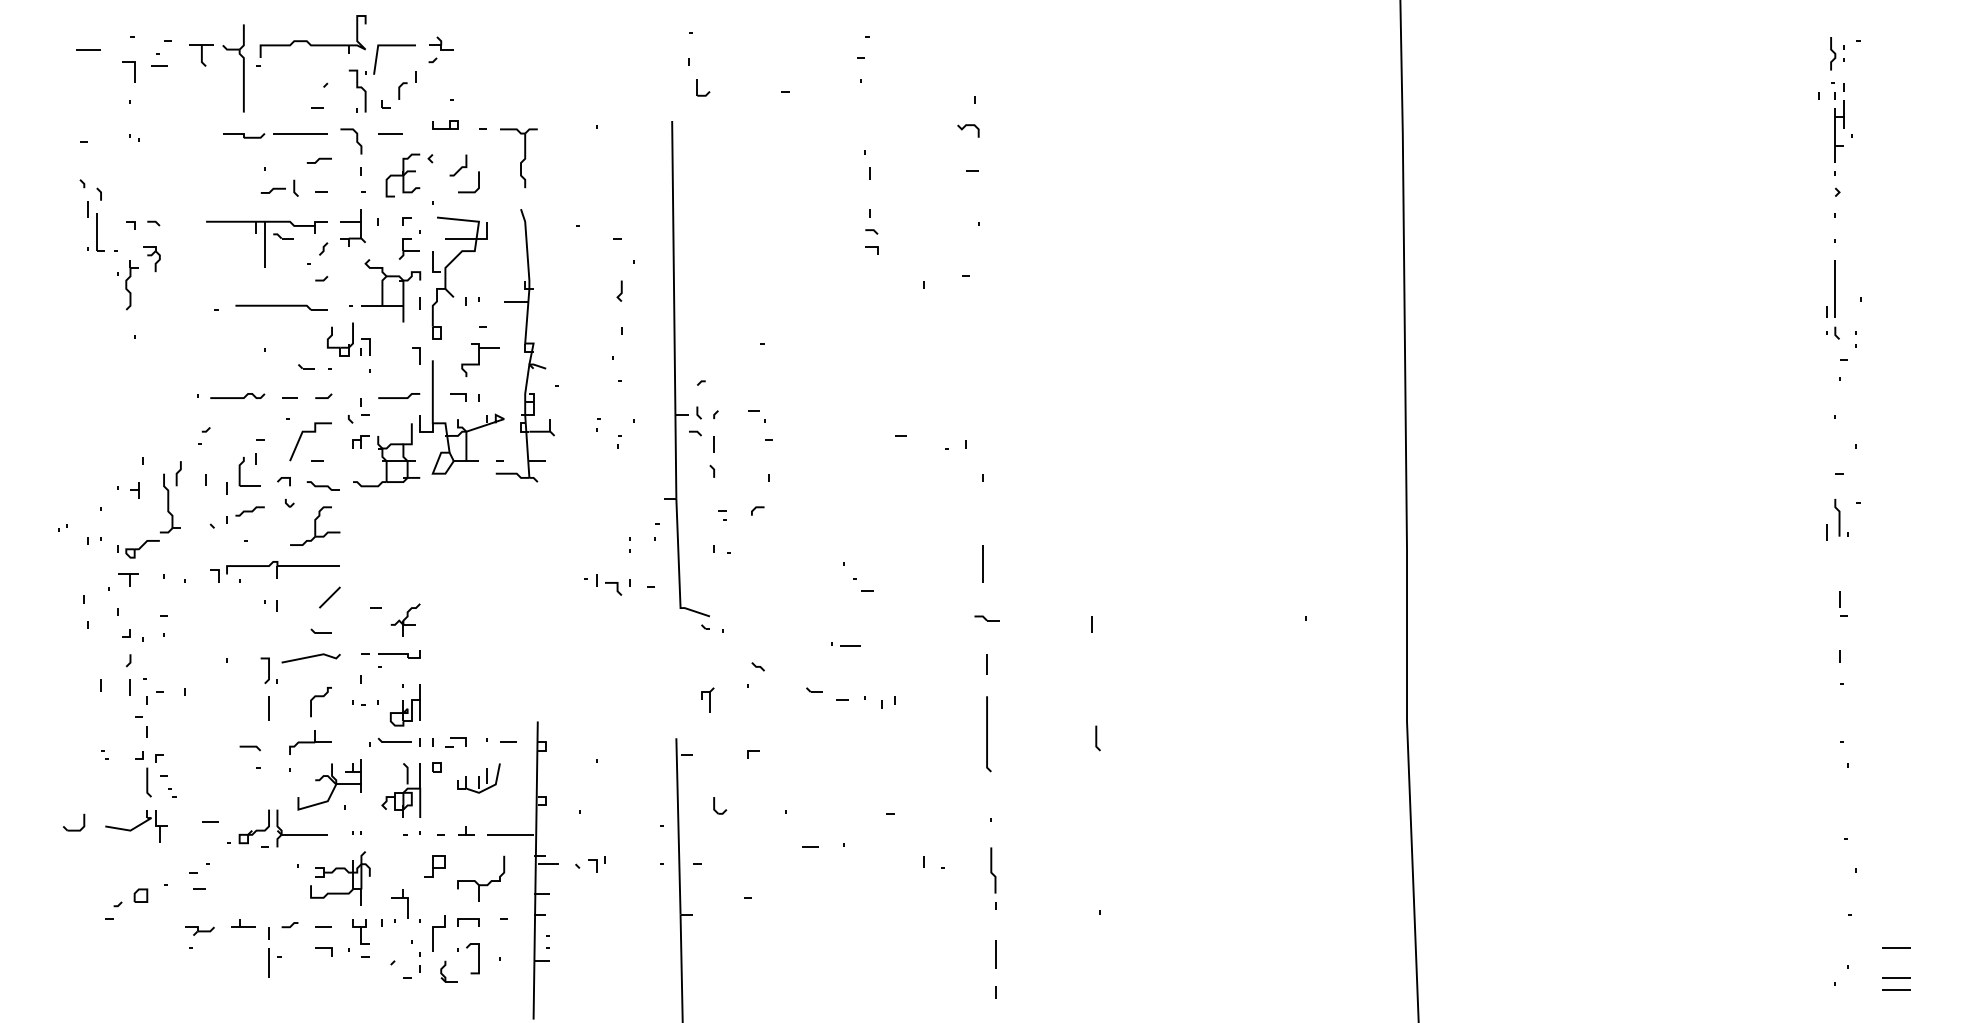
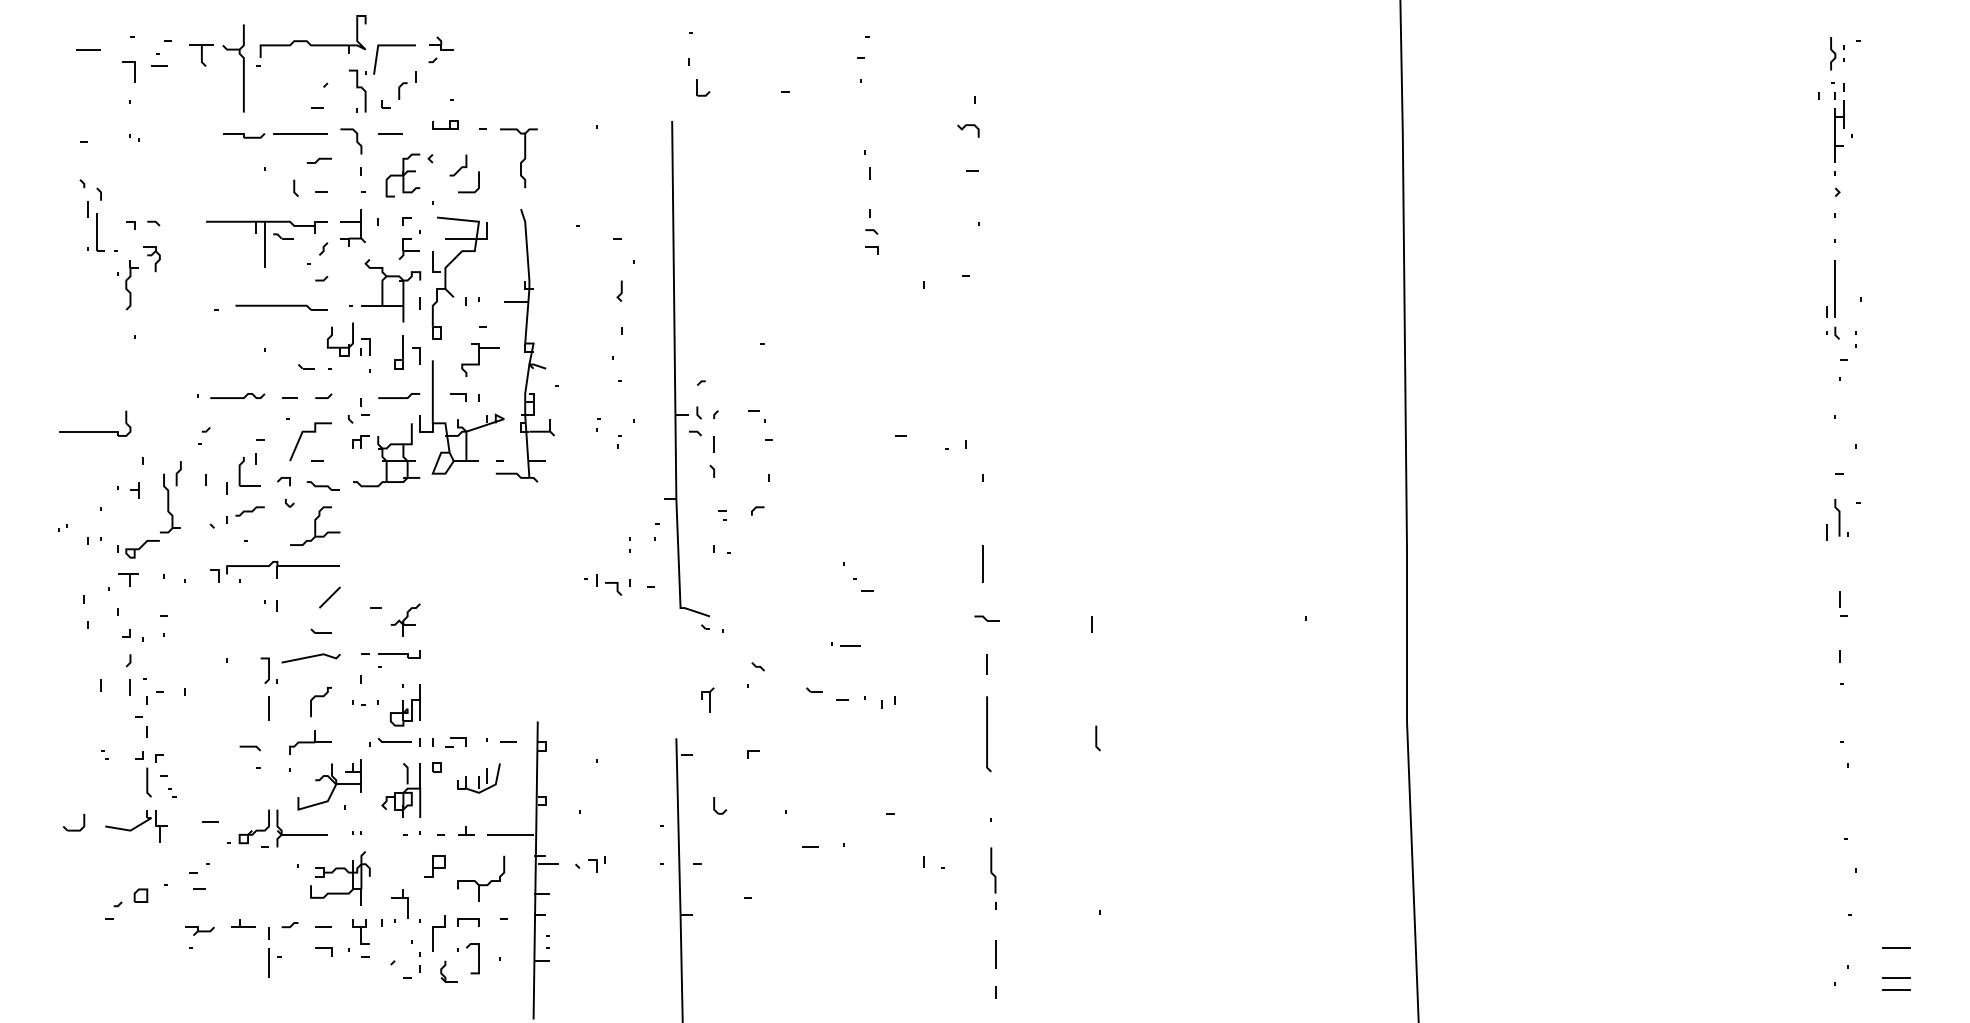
line at (272, 190): present -> none
part at (398, 352): none -> present
part at (95, 431): none -> present
